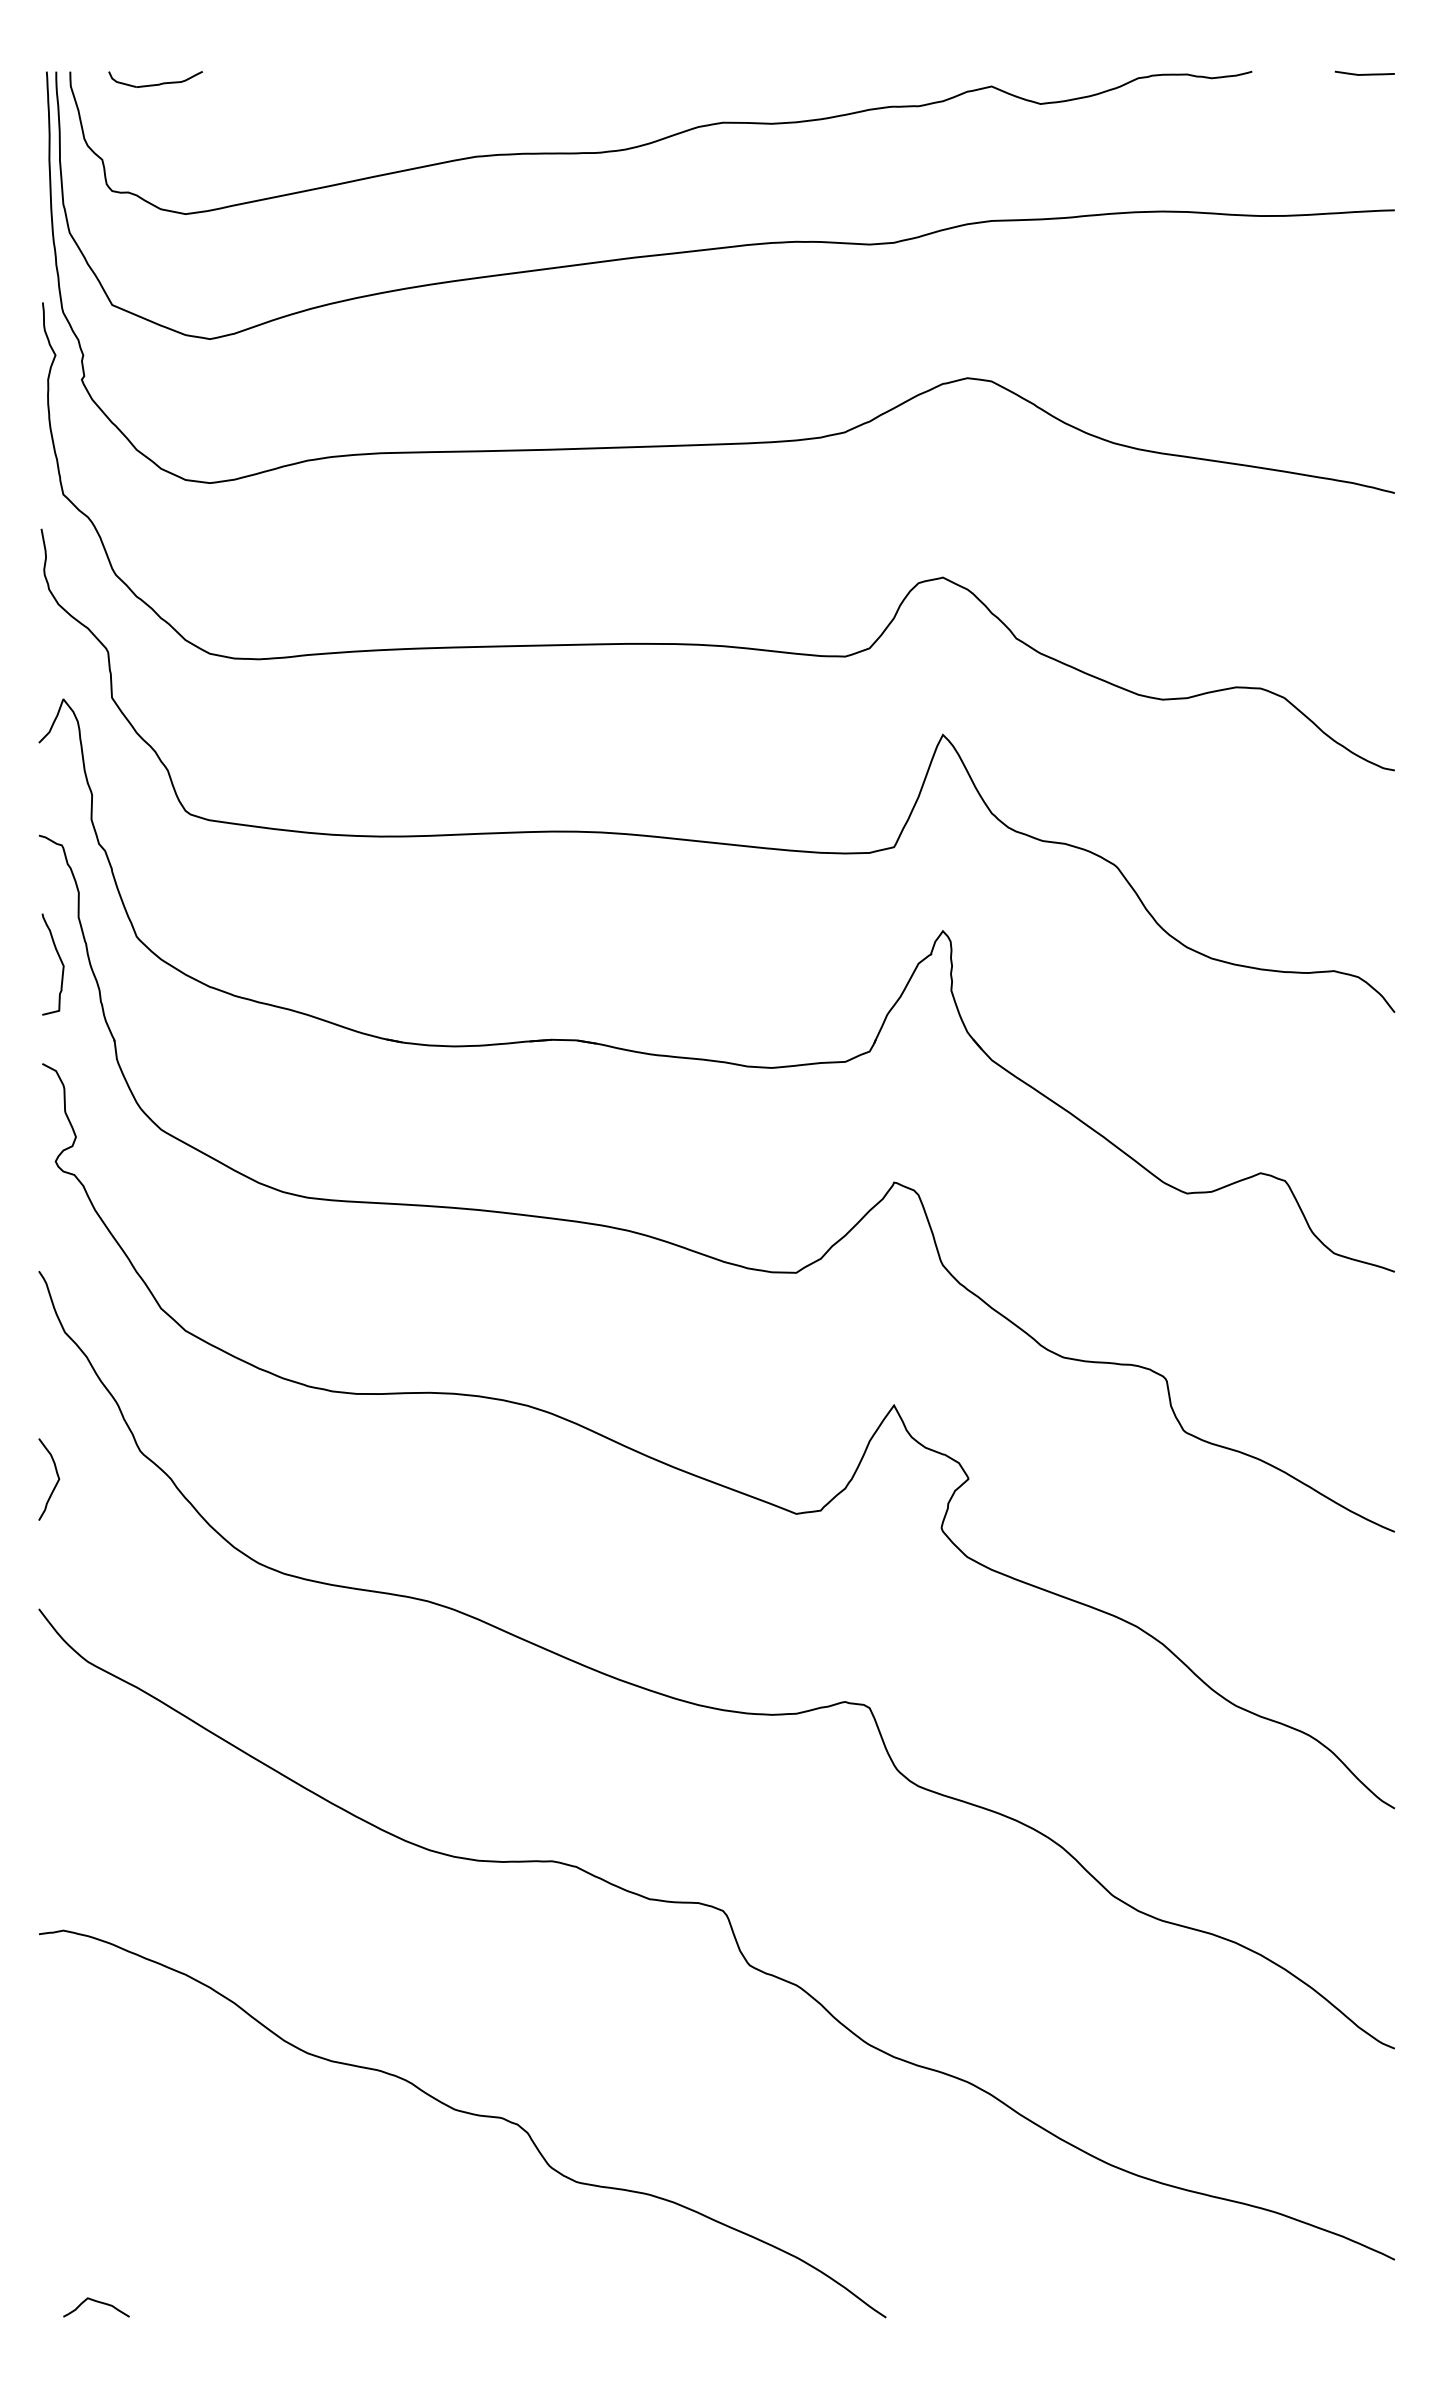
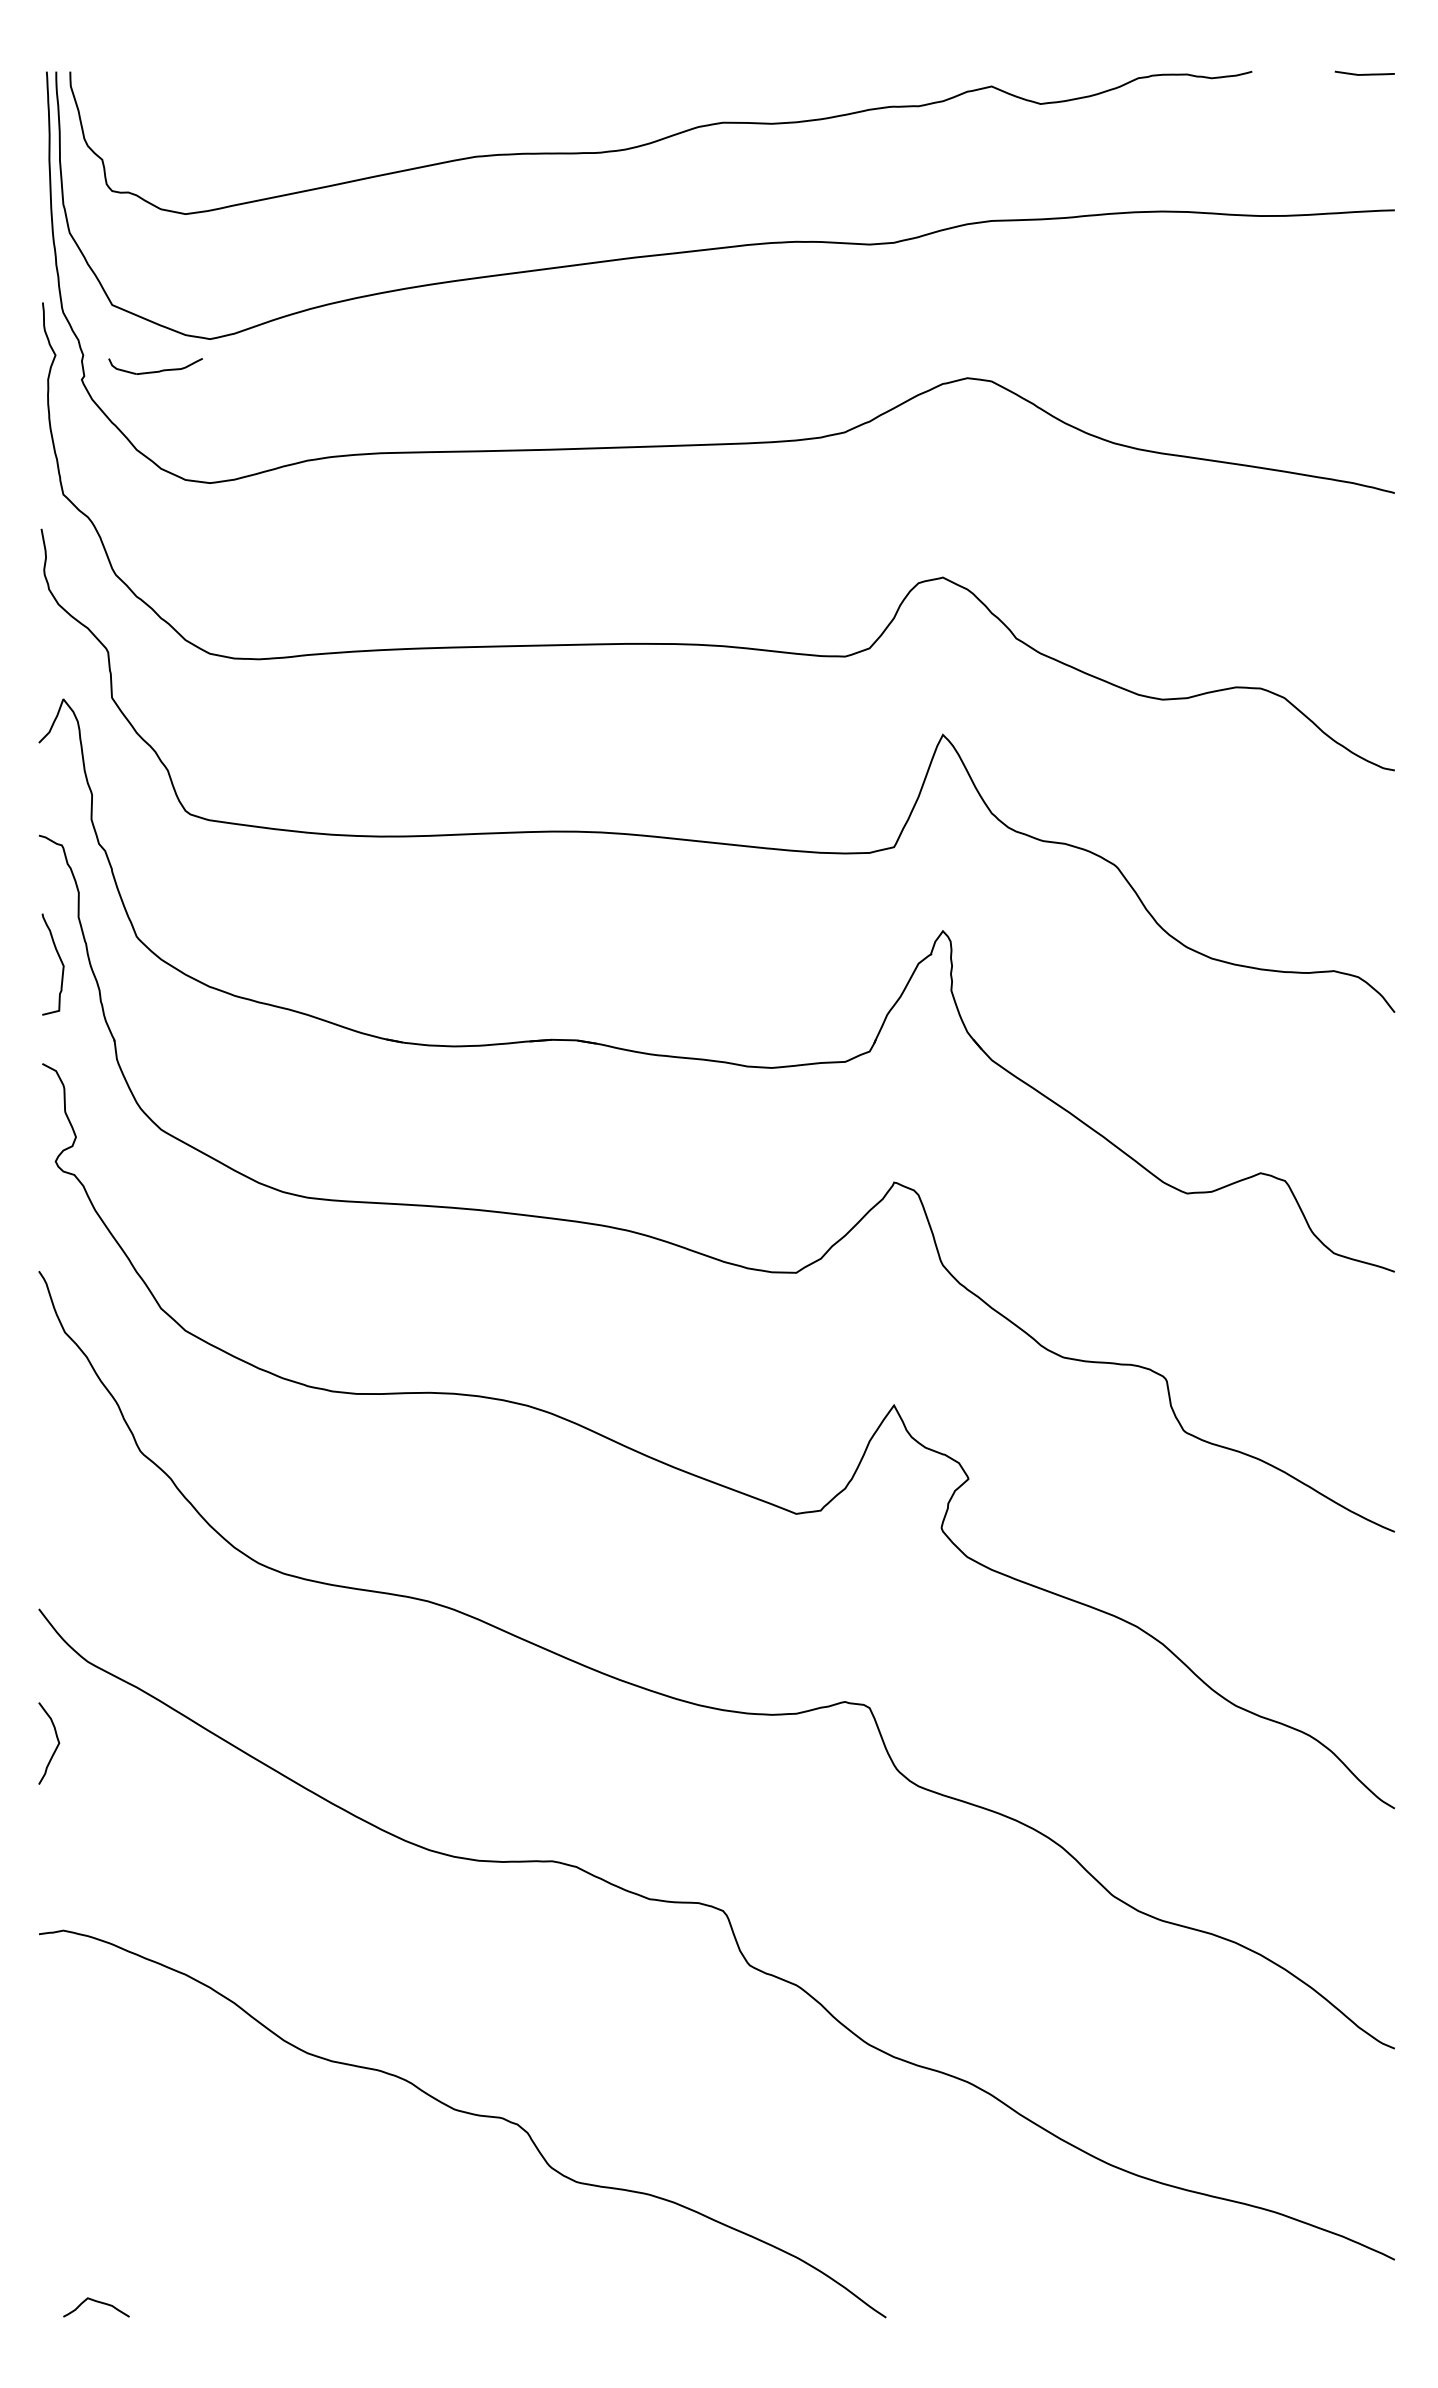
part at (155, 79) position: (155, 79) -> (155, 366)
curve at (56, 1482) position: (56, 1482) -> (56, 1746)
